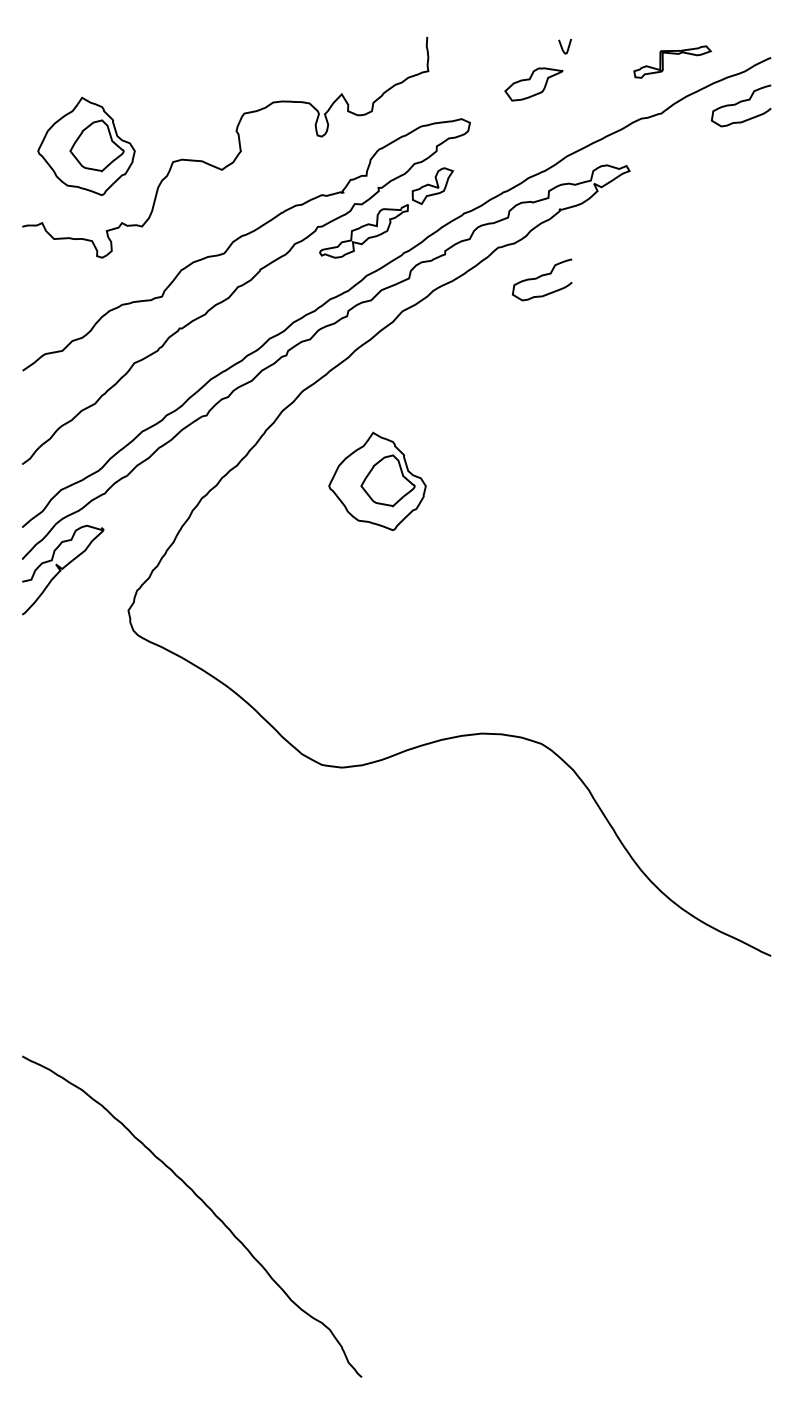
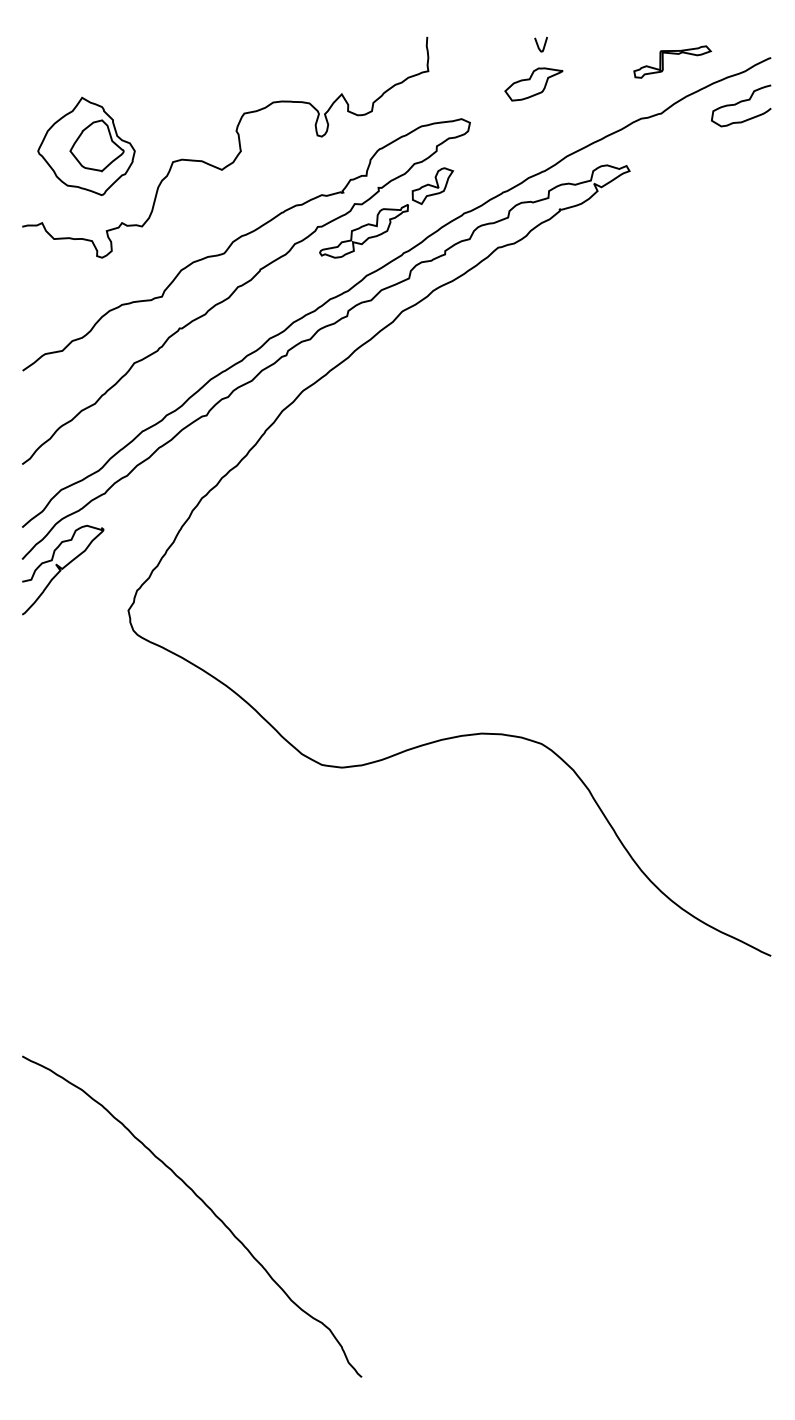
curve at (562, 46) position: (562, 46) -> (538, 44)
curve at (540, 277): present -> none
part at (377, 480): present -> none
